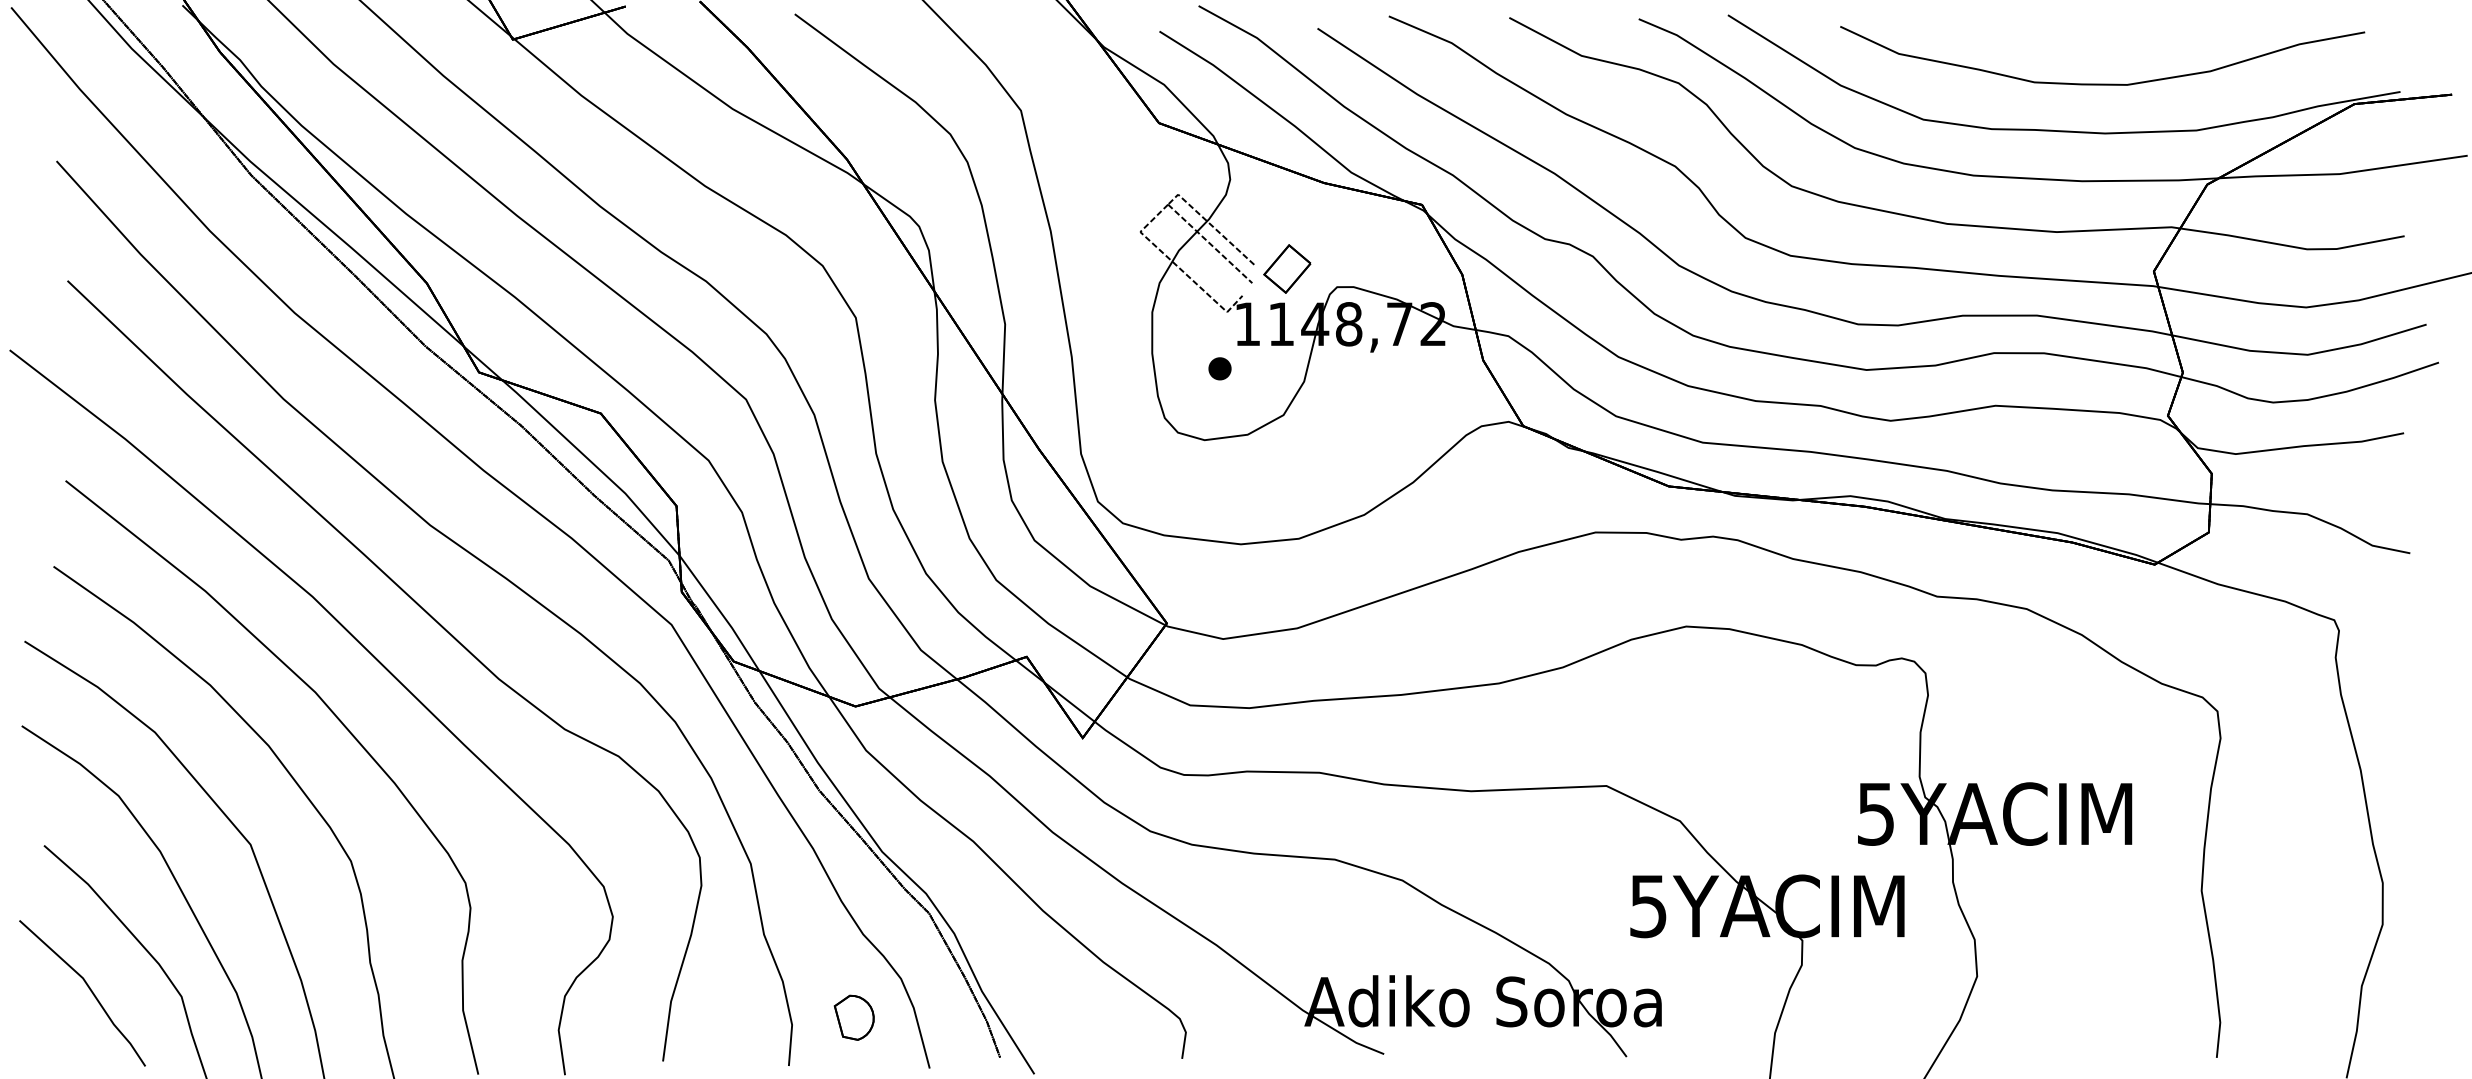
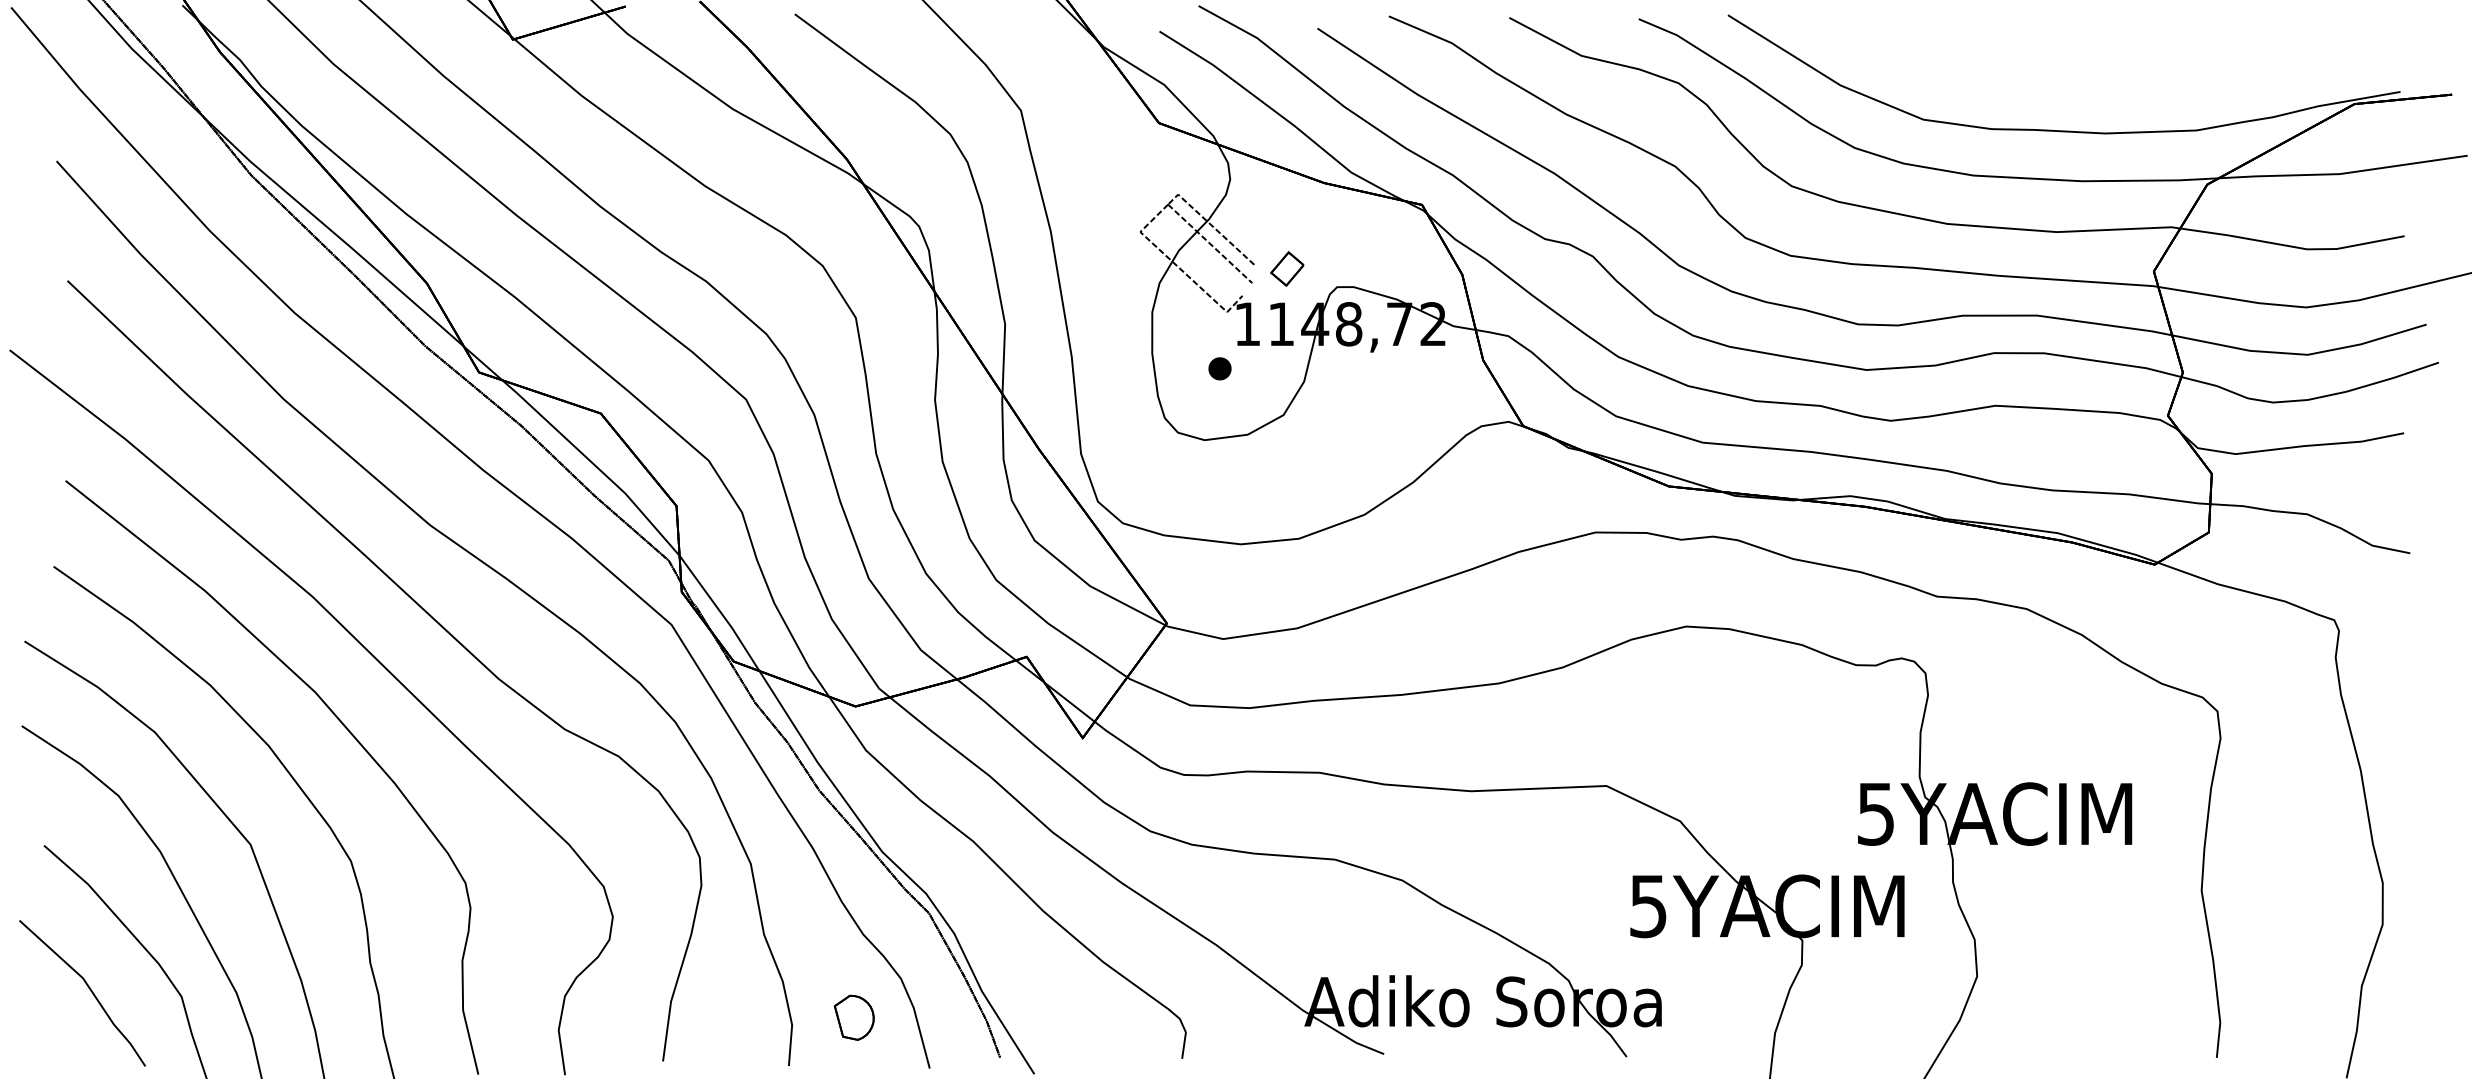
curve at (2102, 83): present -> none
part at (1287, 268) size: 49x50 px -> 35x36 px
